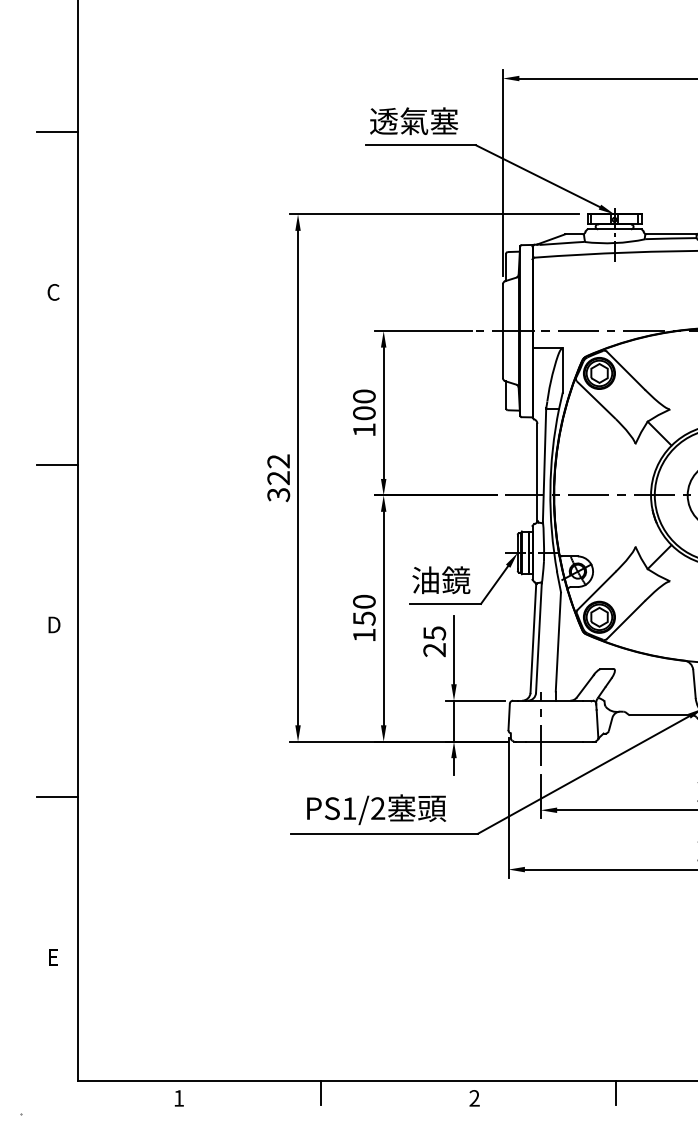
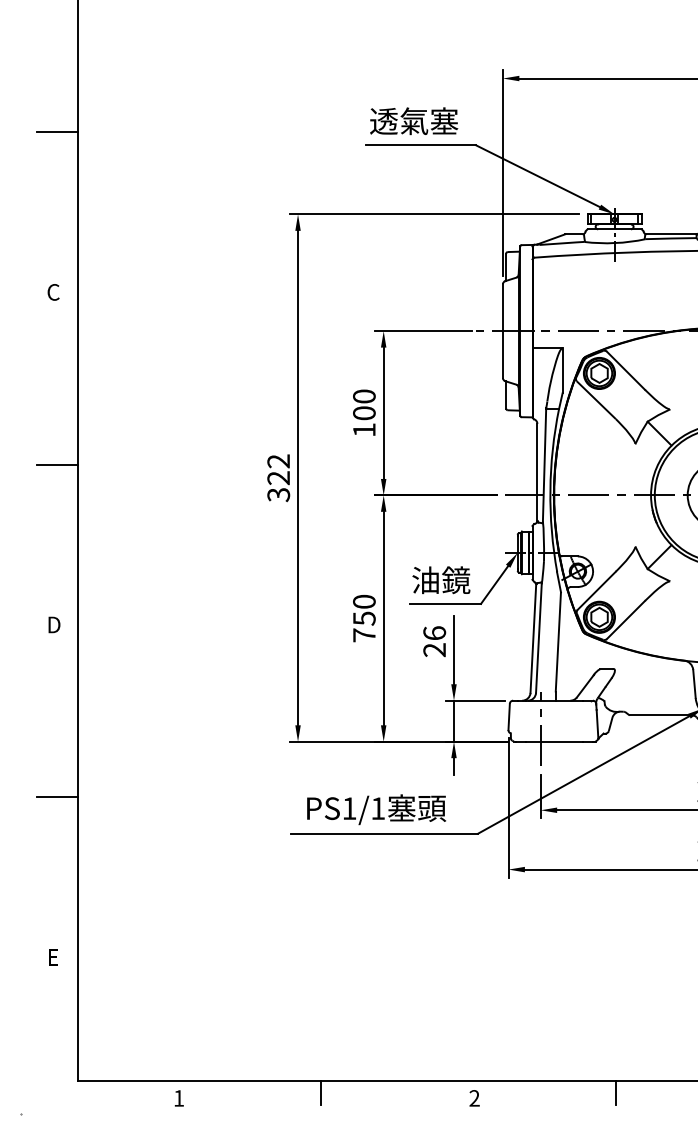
text at (434, 633): 25 -> 26
text at (364, 635): 150 -> 750
text at (378, 808): PS1/2 -> PS1/1
